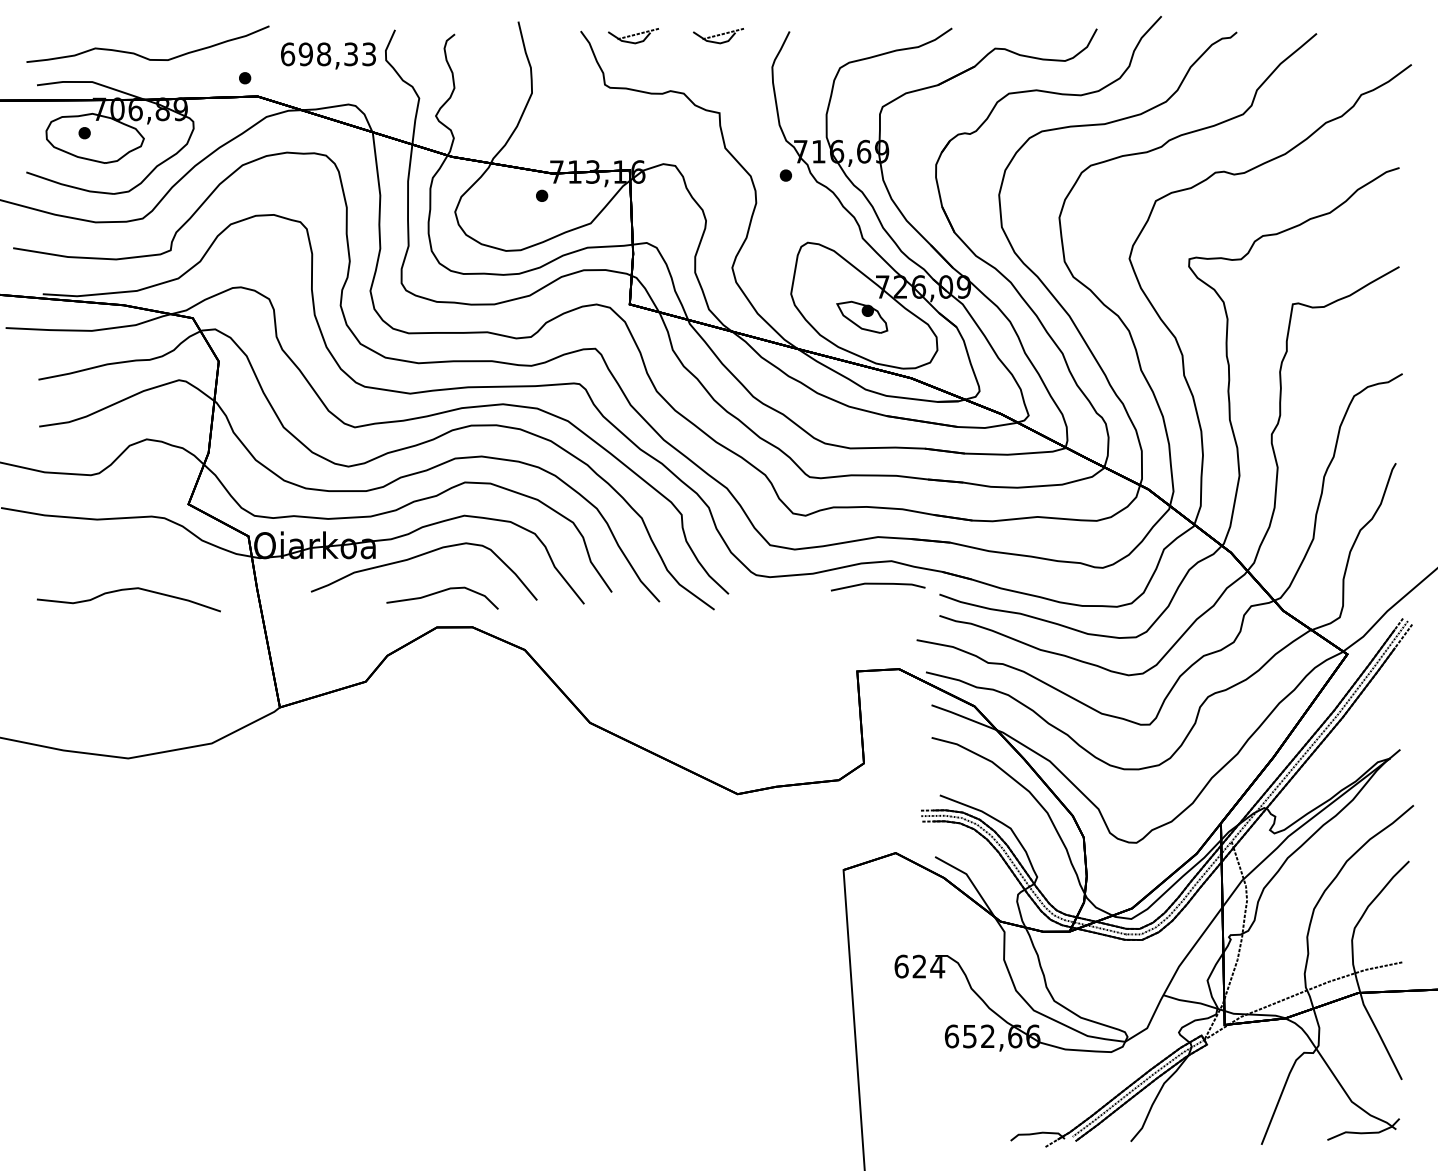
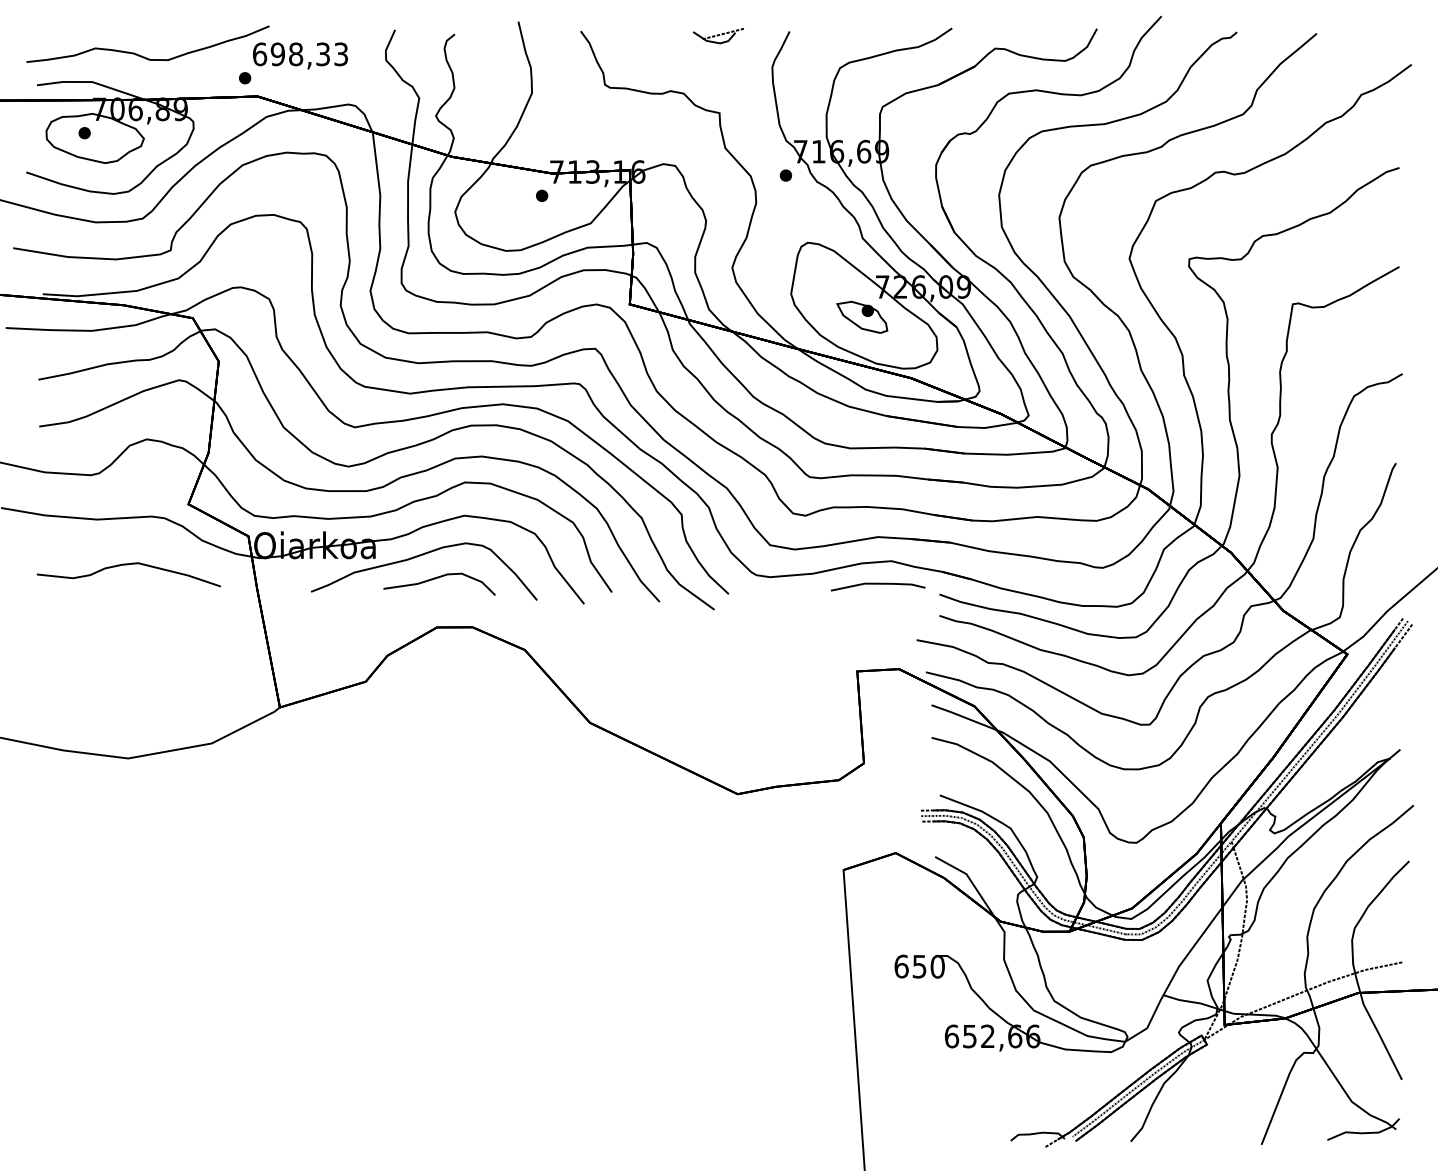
part at (633, 36): present -> none
text at (328, 55) position: (328, 55) -> (300, 55)
curve at (128, 590) position: (128, 590) -> (128, 565)
part at (442, 597) position: (442, 597) -> (439, 583)
text at (928, 966): 624 -> 650
